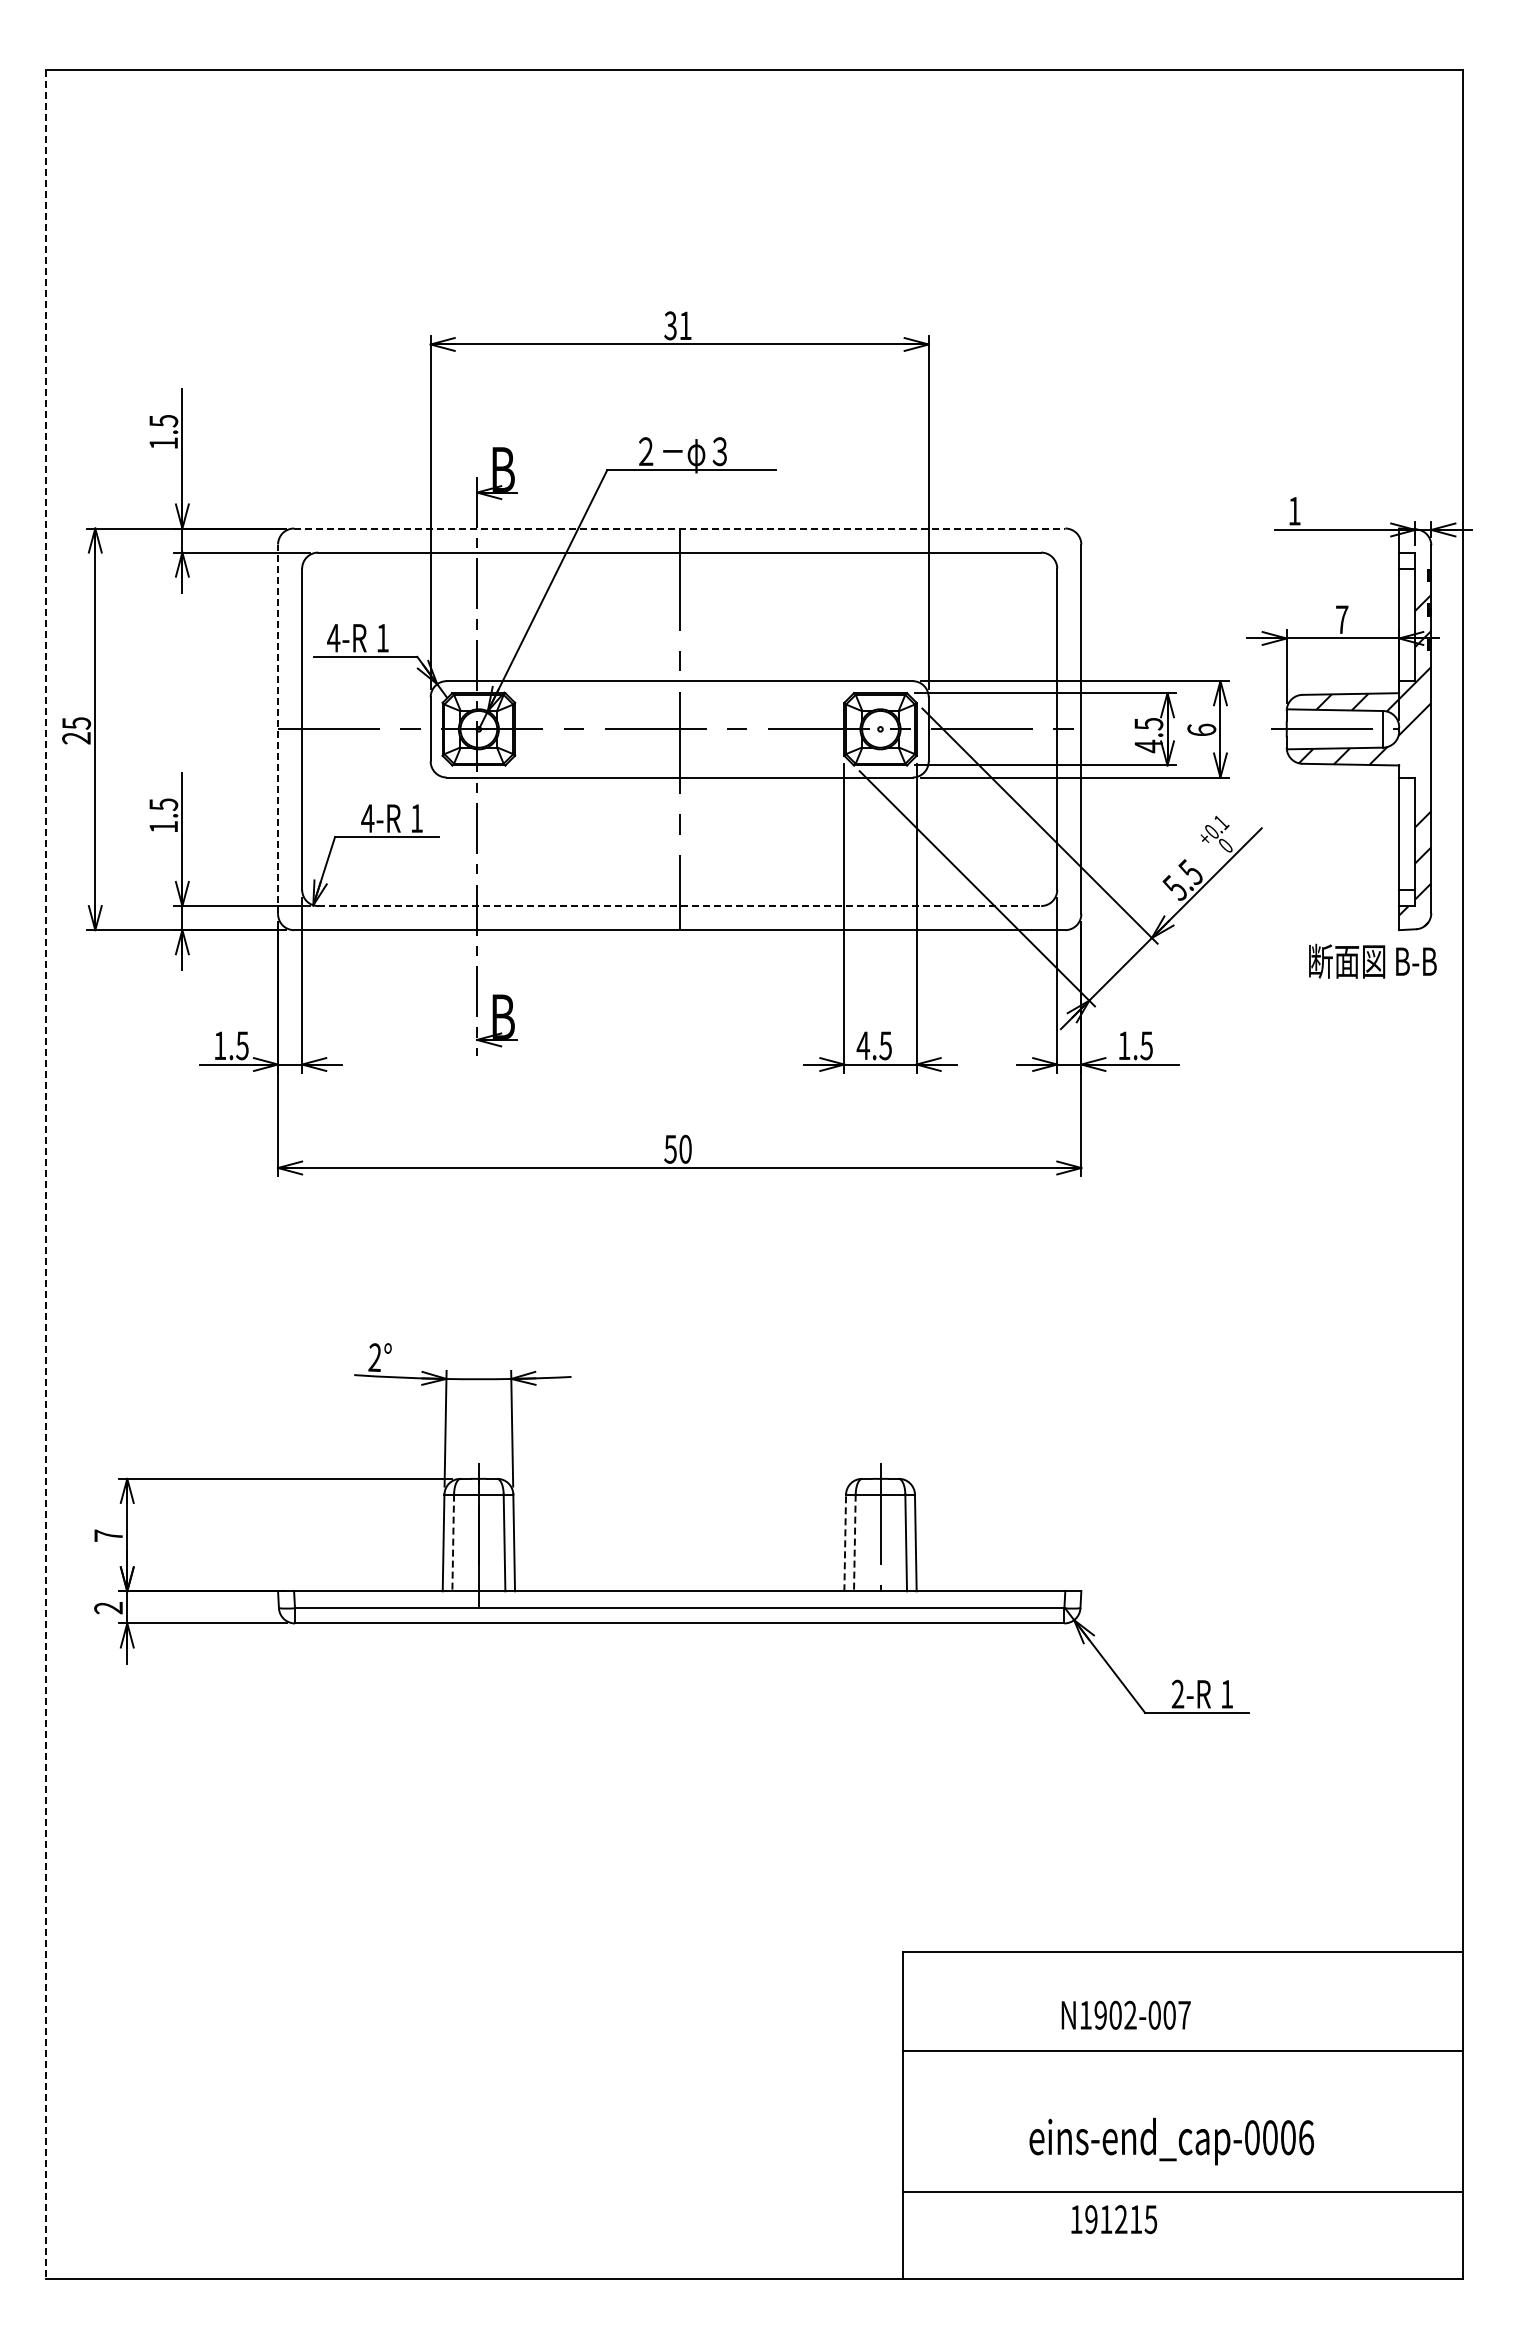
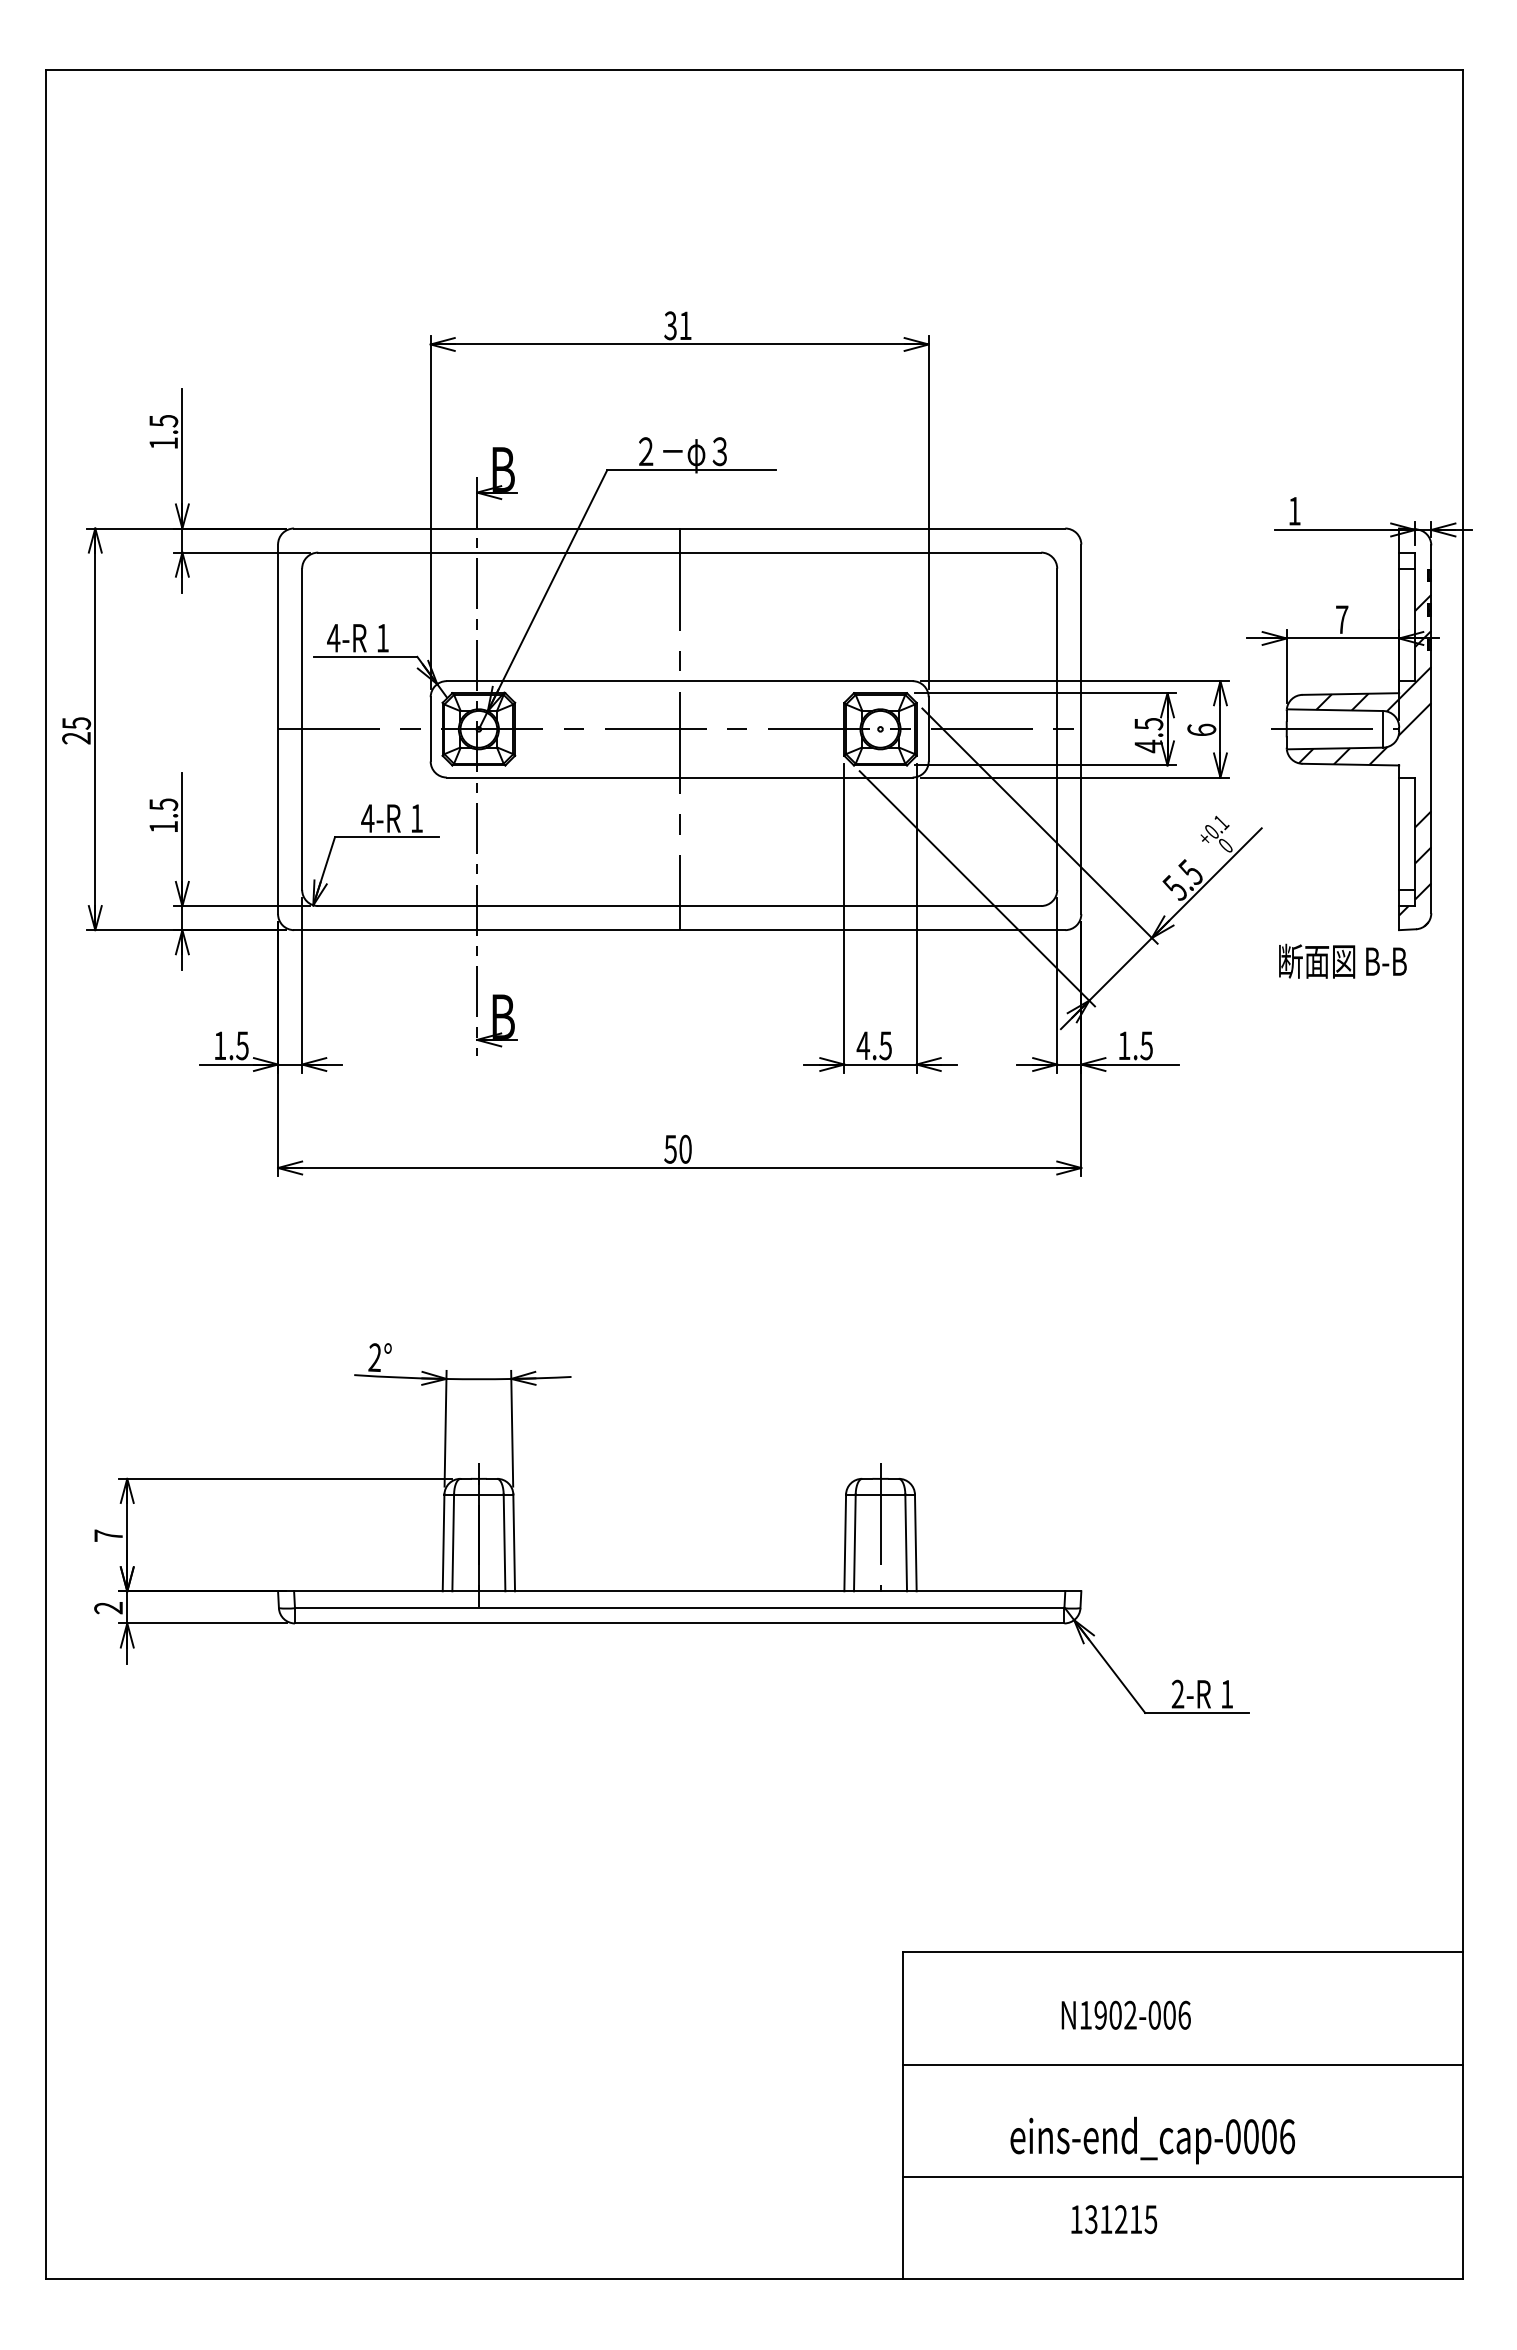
line at (679, 528): dashed -> solid
line at (278, 729): dashed -> solid
line at (680, 906): dashed -> solid
text at (1372, 960) position: (1372, 960) -> (1342, 960)
line at (45, 1175): dashed -> solid
line at (845, 1542): dashed -> solid
line at (453, 1543): dashed -> solid
line at (854, 1543): dashed -> solid
text at (1184, 2014): N1902-007 -> N1902-006
line at (1183, 2050) position: (1183, 2050) -> (1183, 2064)
text at (1171, 2141) position: (1171, 2141) -> (1152, 2140)
line at (1183, 2192) position: (1183, 2192) -> (1183, 2177)
text at (1091, 2219): 191215 -> 131215
